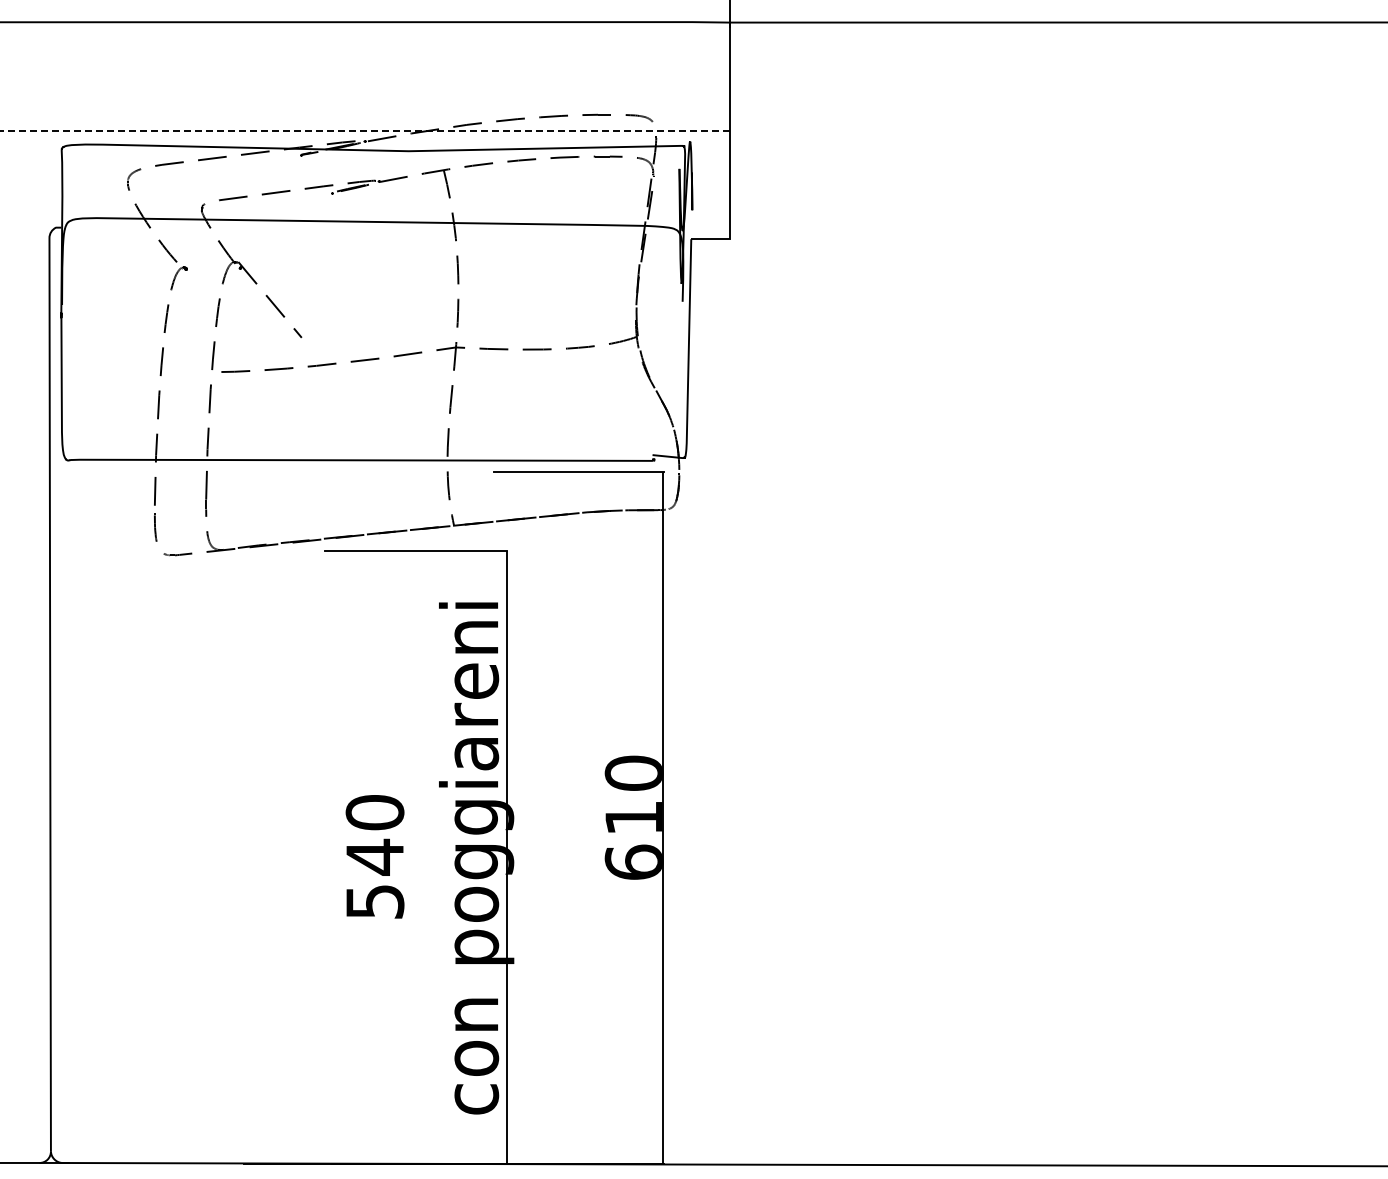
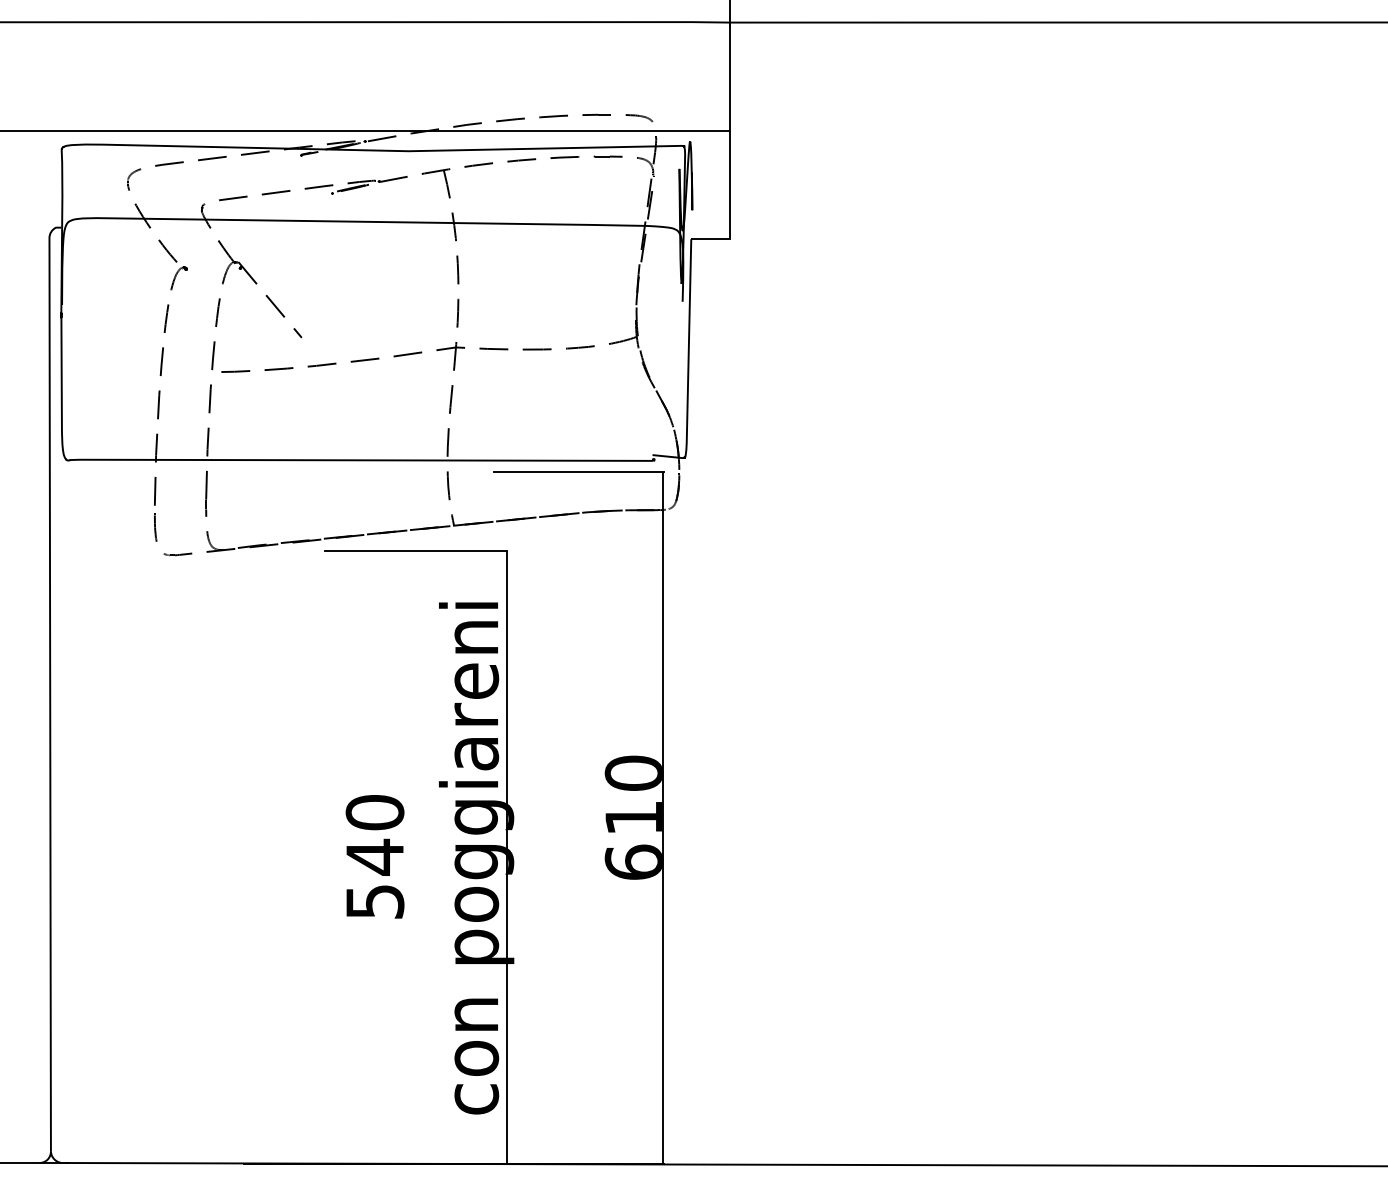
line at (365, 130): dashed -> solid
